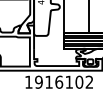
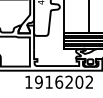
text at (68, 81): 1916102 -> 1916202
